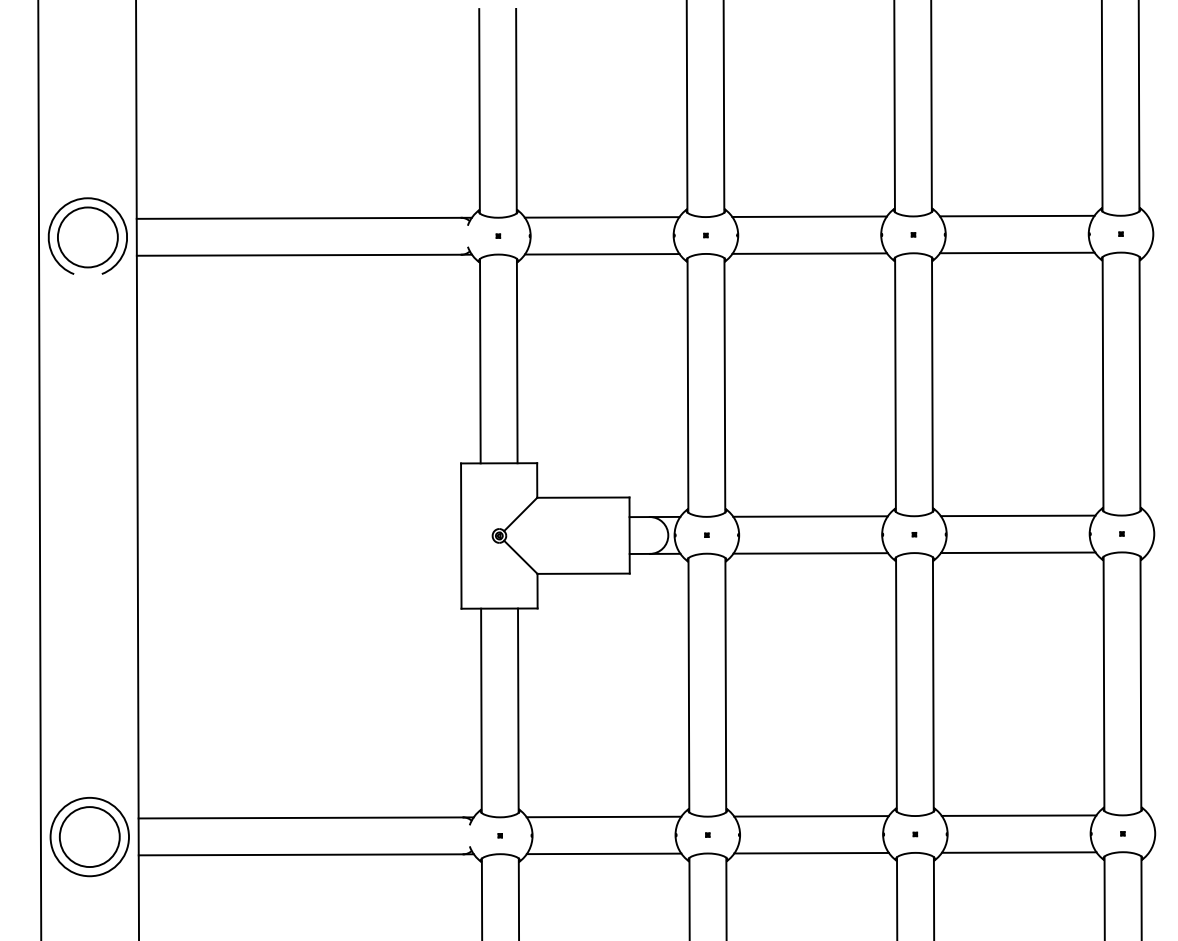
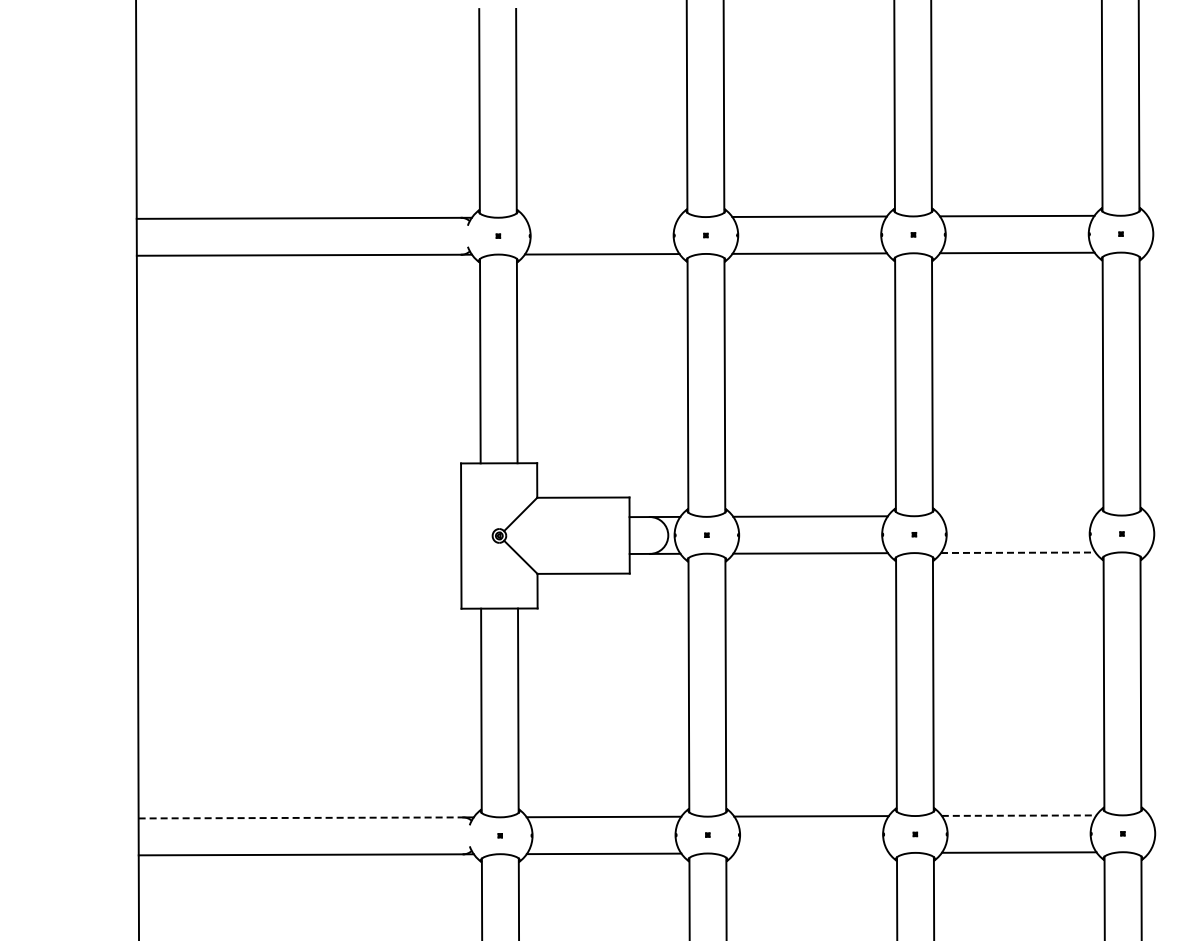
line at (601, 217): present -> none
part at (87, 235): present -> none
line at (39, 469): present -> none
line at (1017, 515): present -> none
line at (1018, 552): solid -> dashed
line at (1019, 815): solid -> dashed
line at (301, 817): solid -> dashed
part at (89, 837): present -> none
line at (811, 852): present -> none
